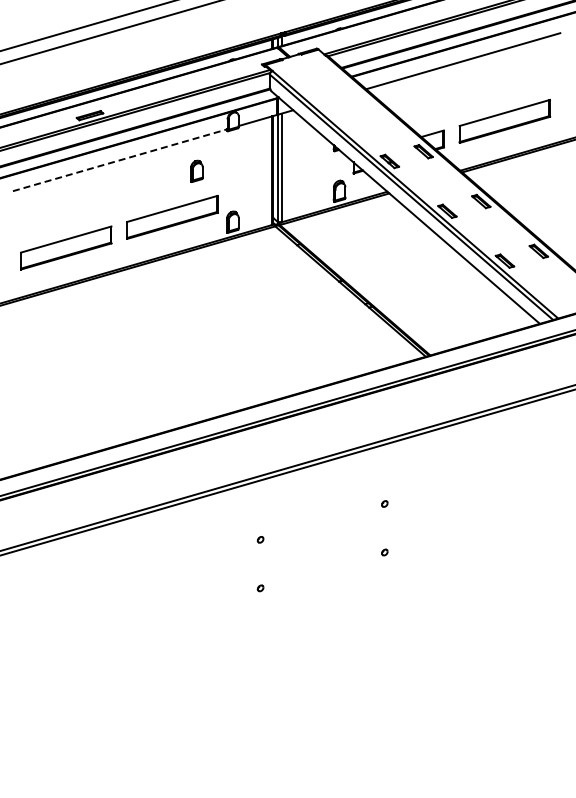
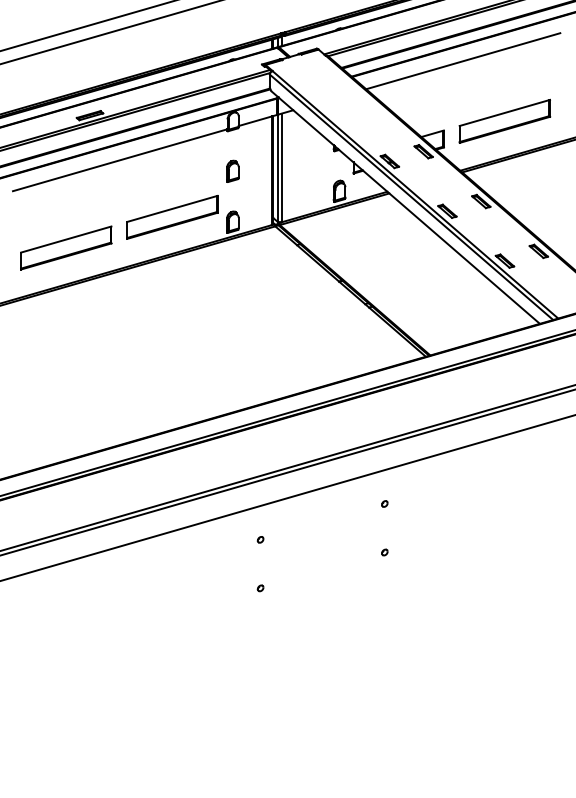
line at (120, 160): dashed -> solid
part at (196, 170) position: (196, 170) -> (232, 170)
line at (287, 497): none -> present
